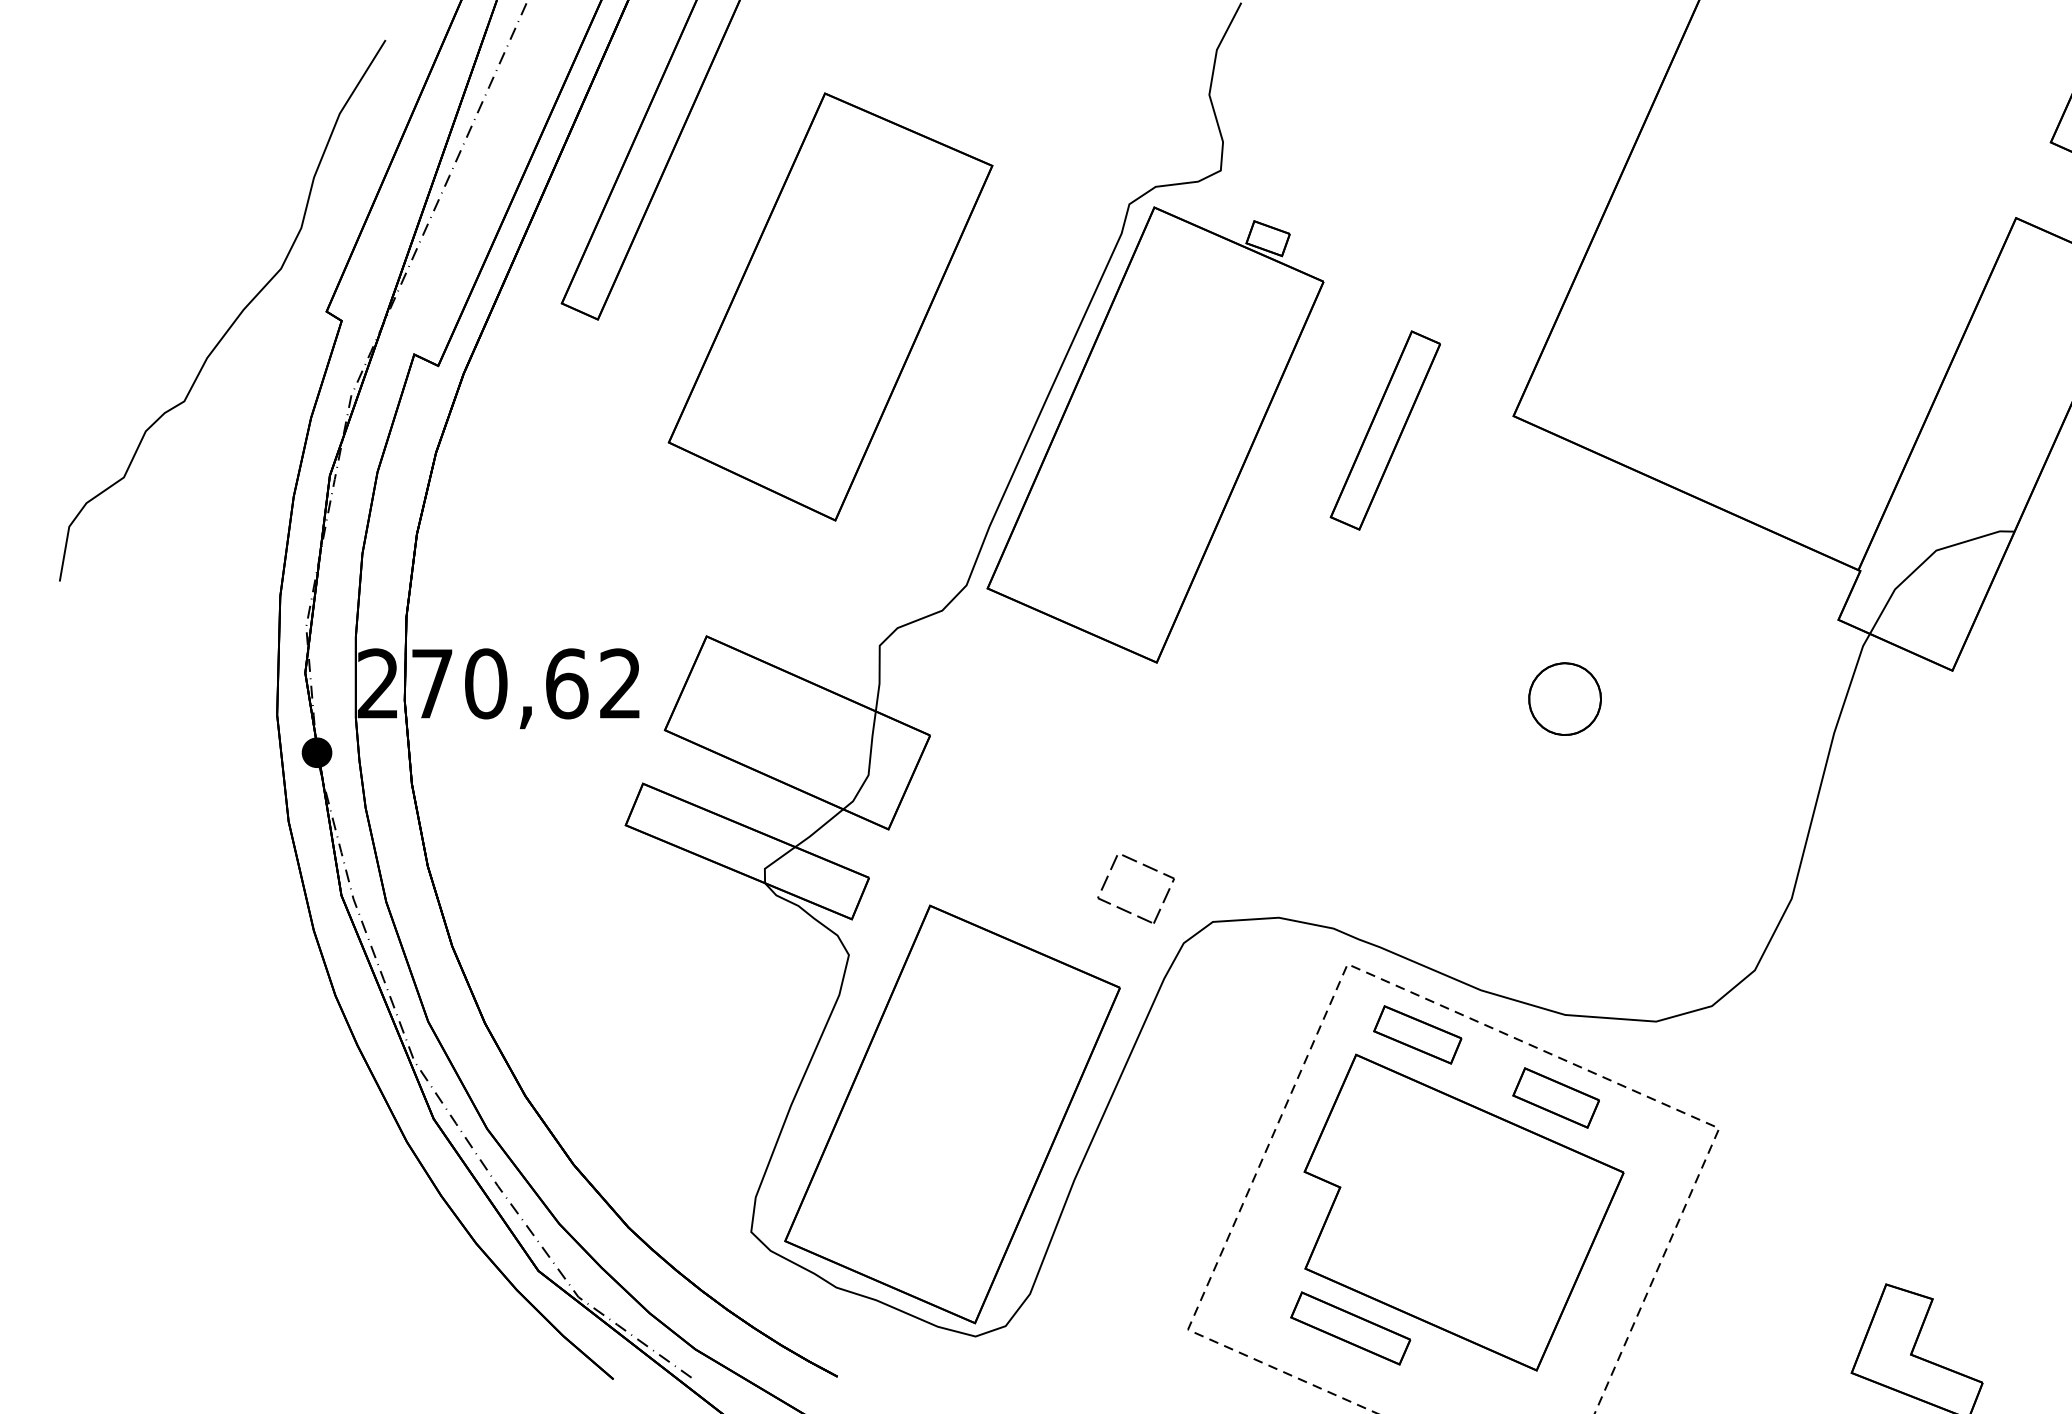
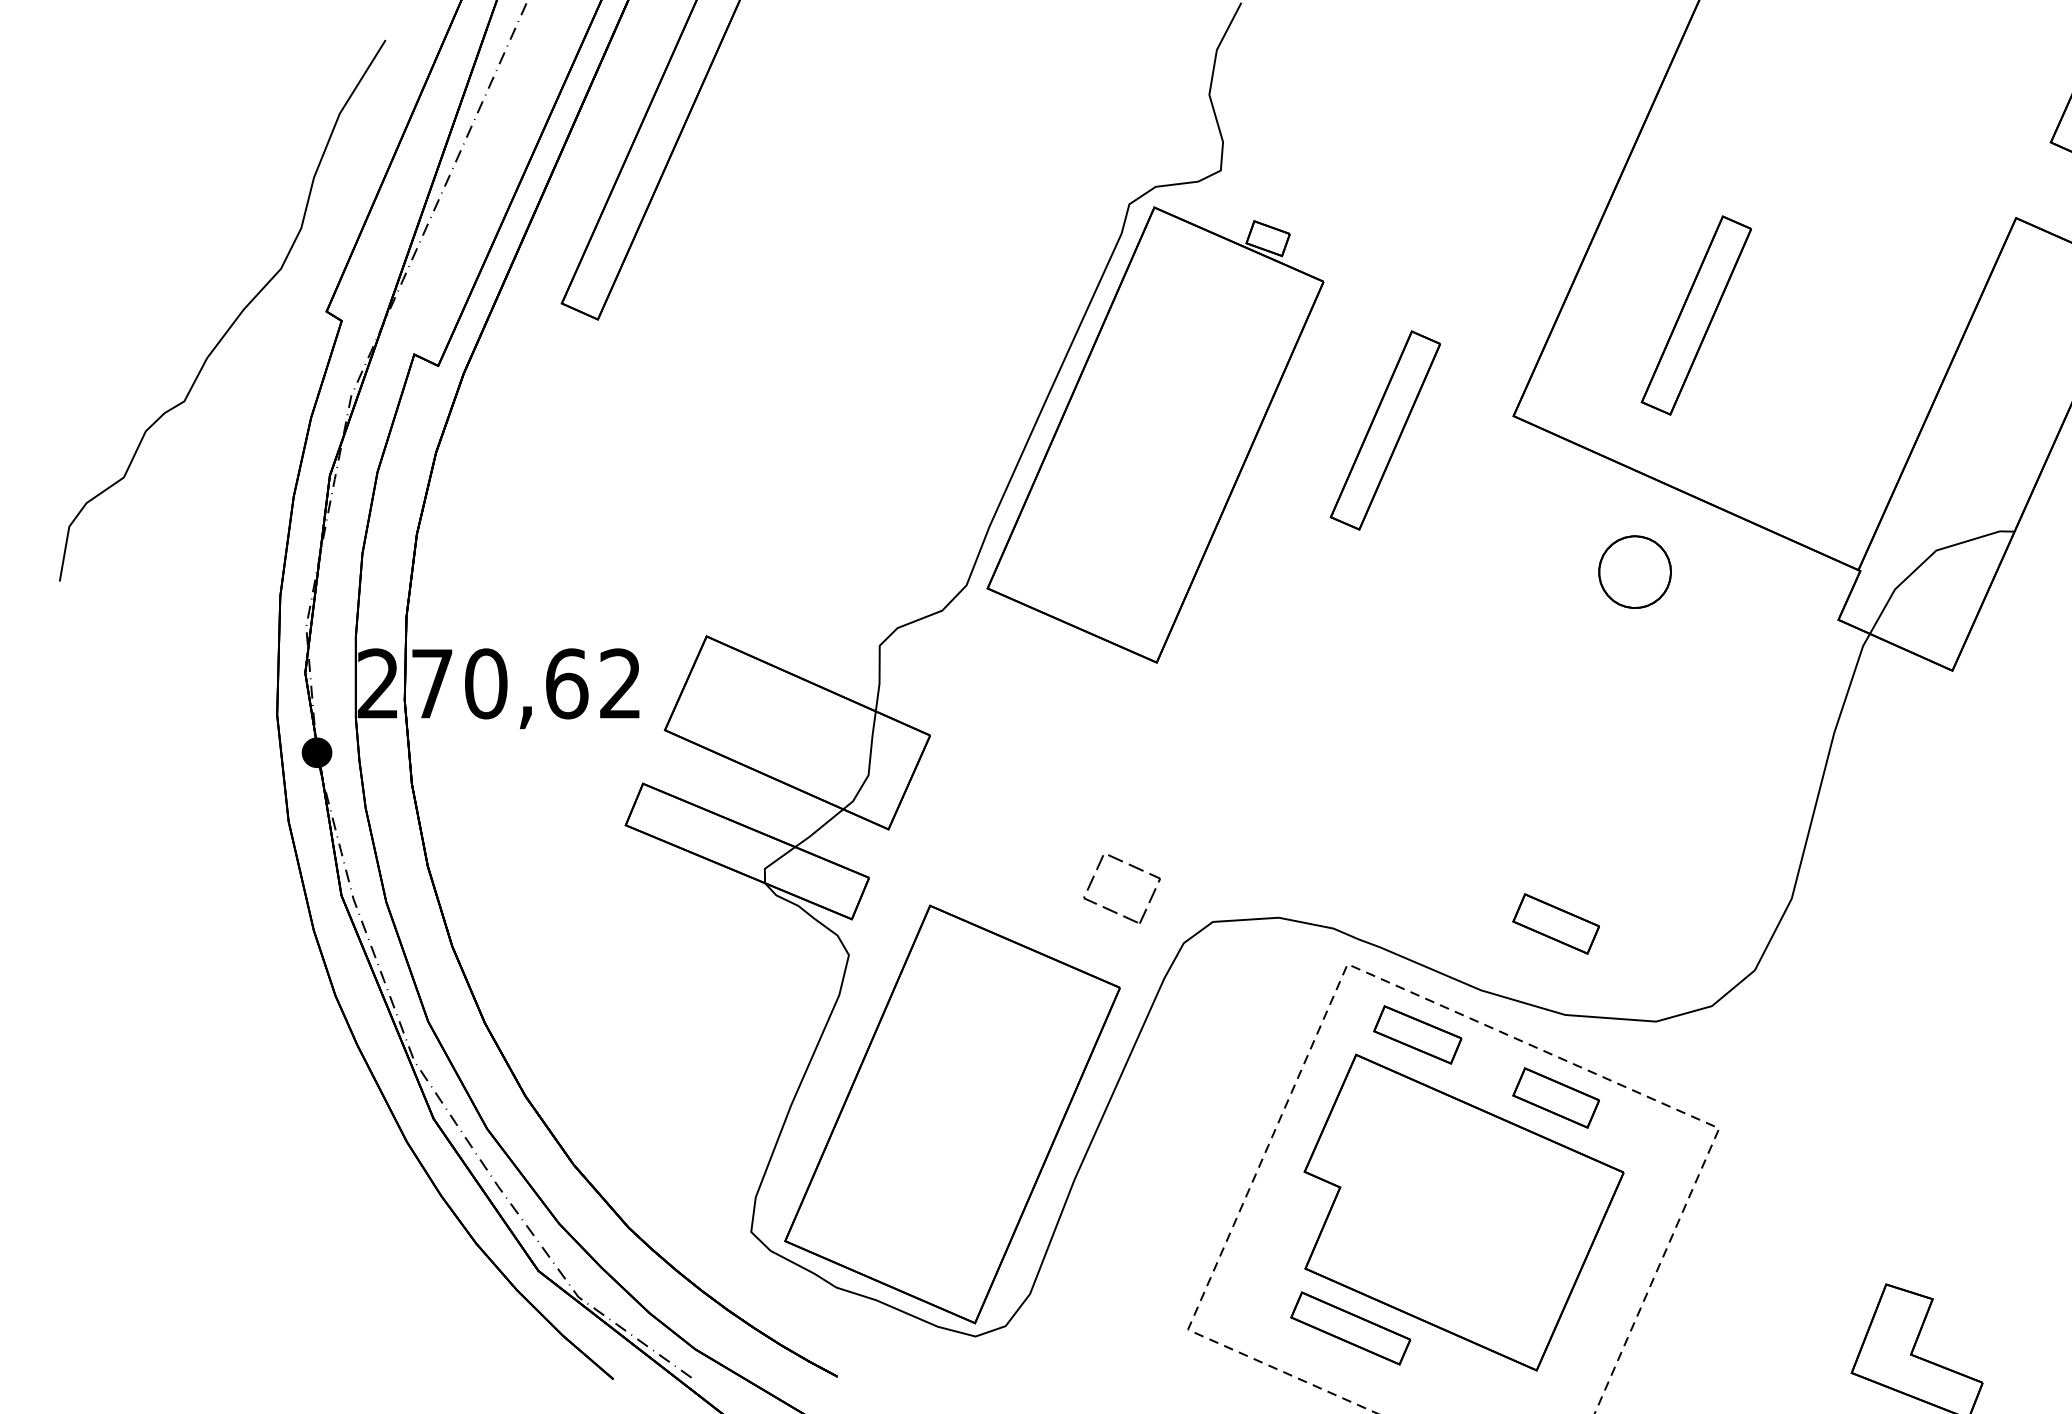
part at (830, 306): present -> none
part at (1695, 315): none -> present
part at (1564, 698) position: (1564, 698) -> (1634, 571)
part at (1125, 909) position: (1125, 909) -> (1111, 909)
part at (1555, 923): none -> present
